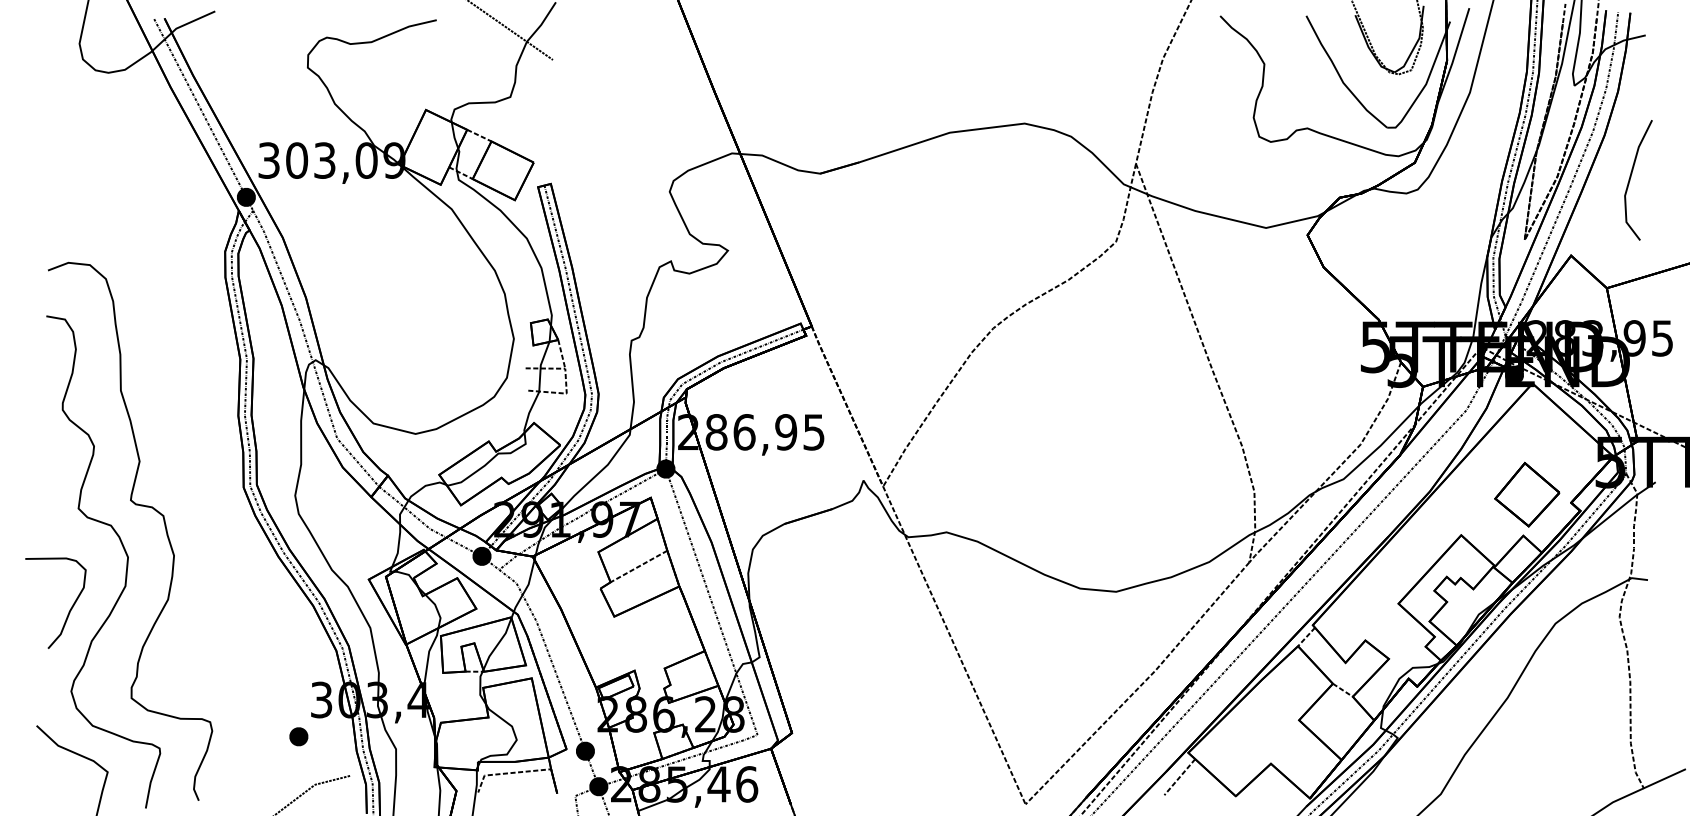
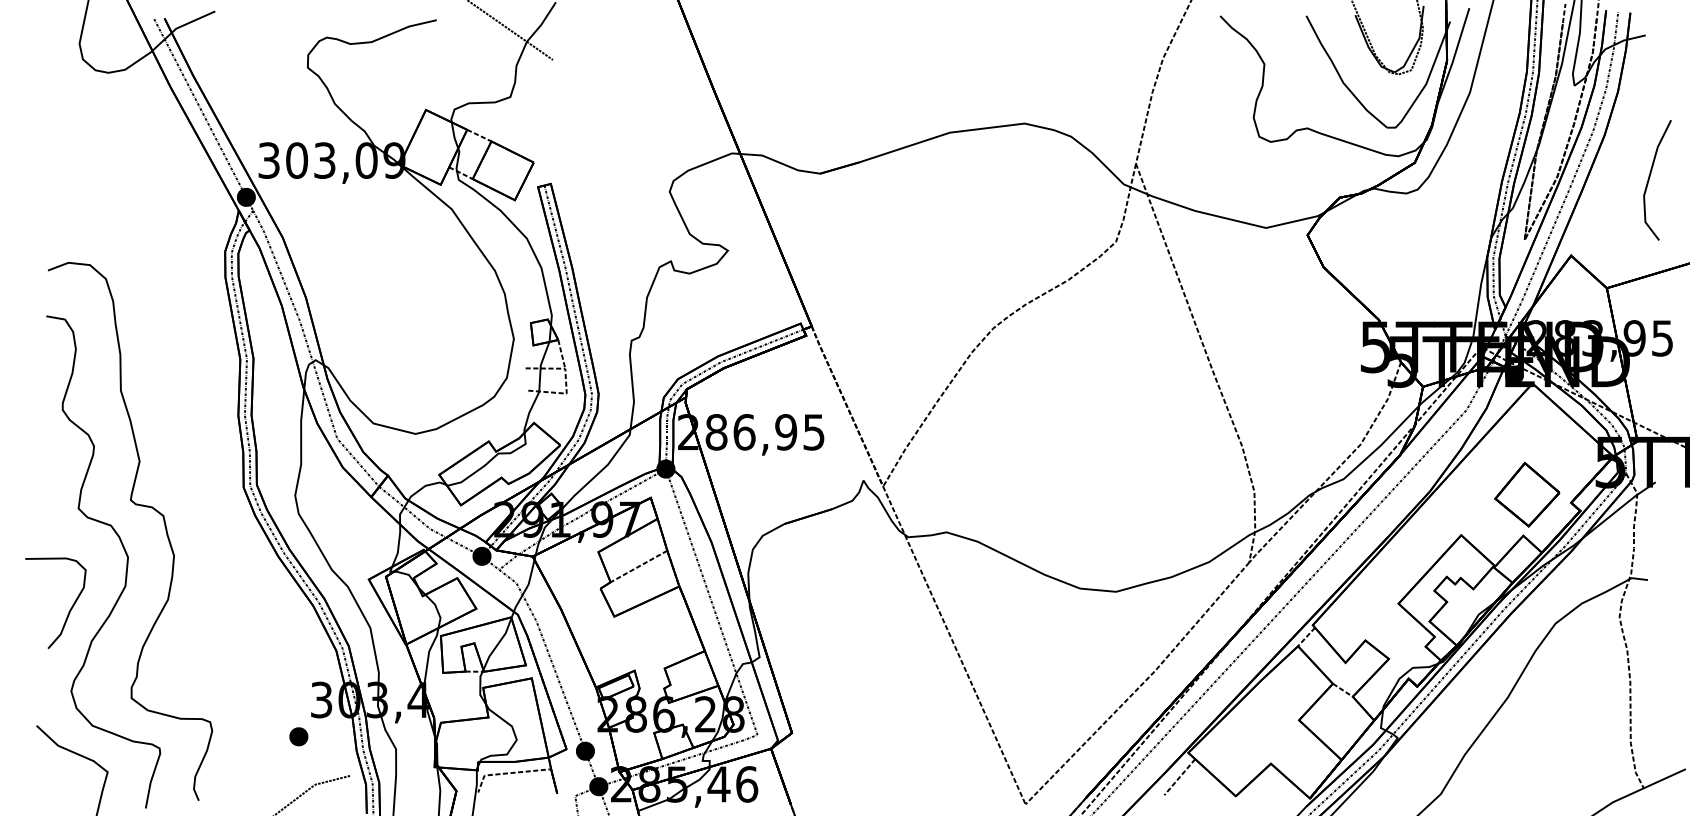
line at (1631, 177) position: (1631, 177) -> (1650, 177)
